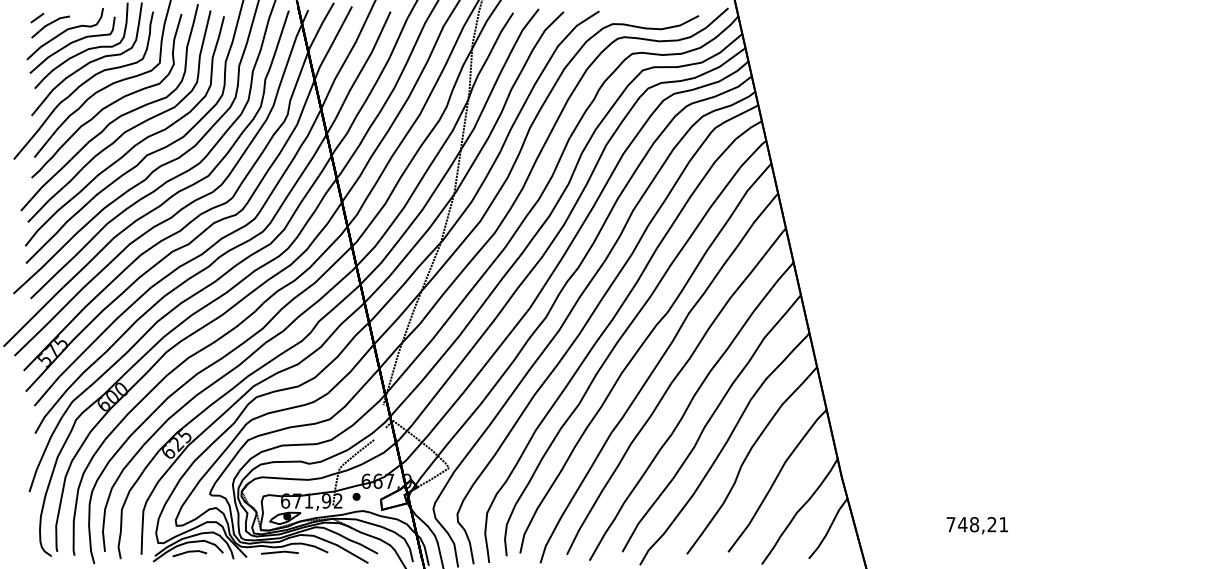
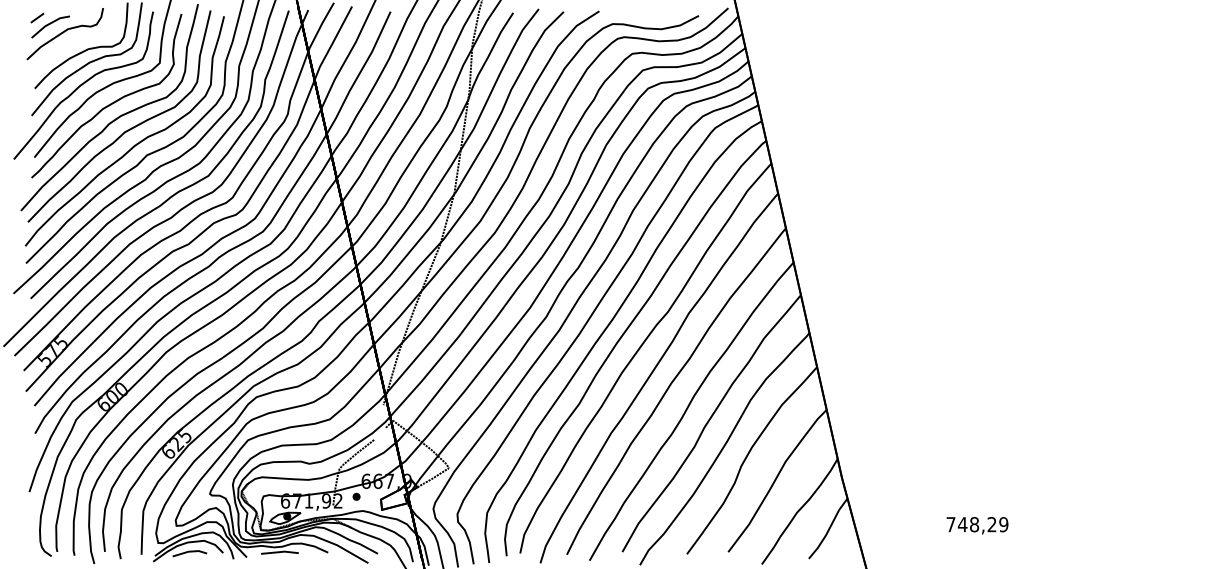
curve at (72, 43): present -> none
text at (1003, 524): 748,21 -> 748,29
